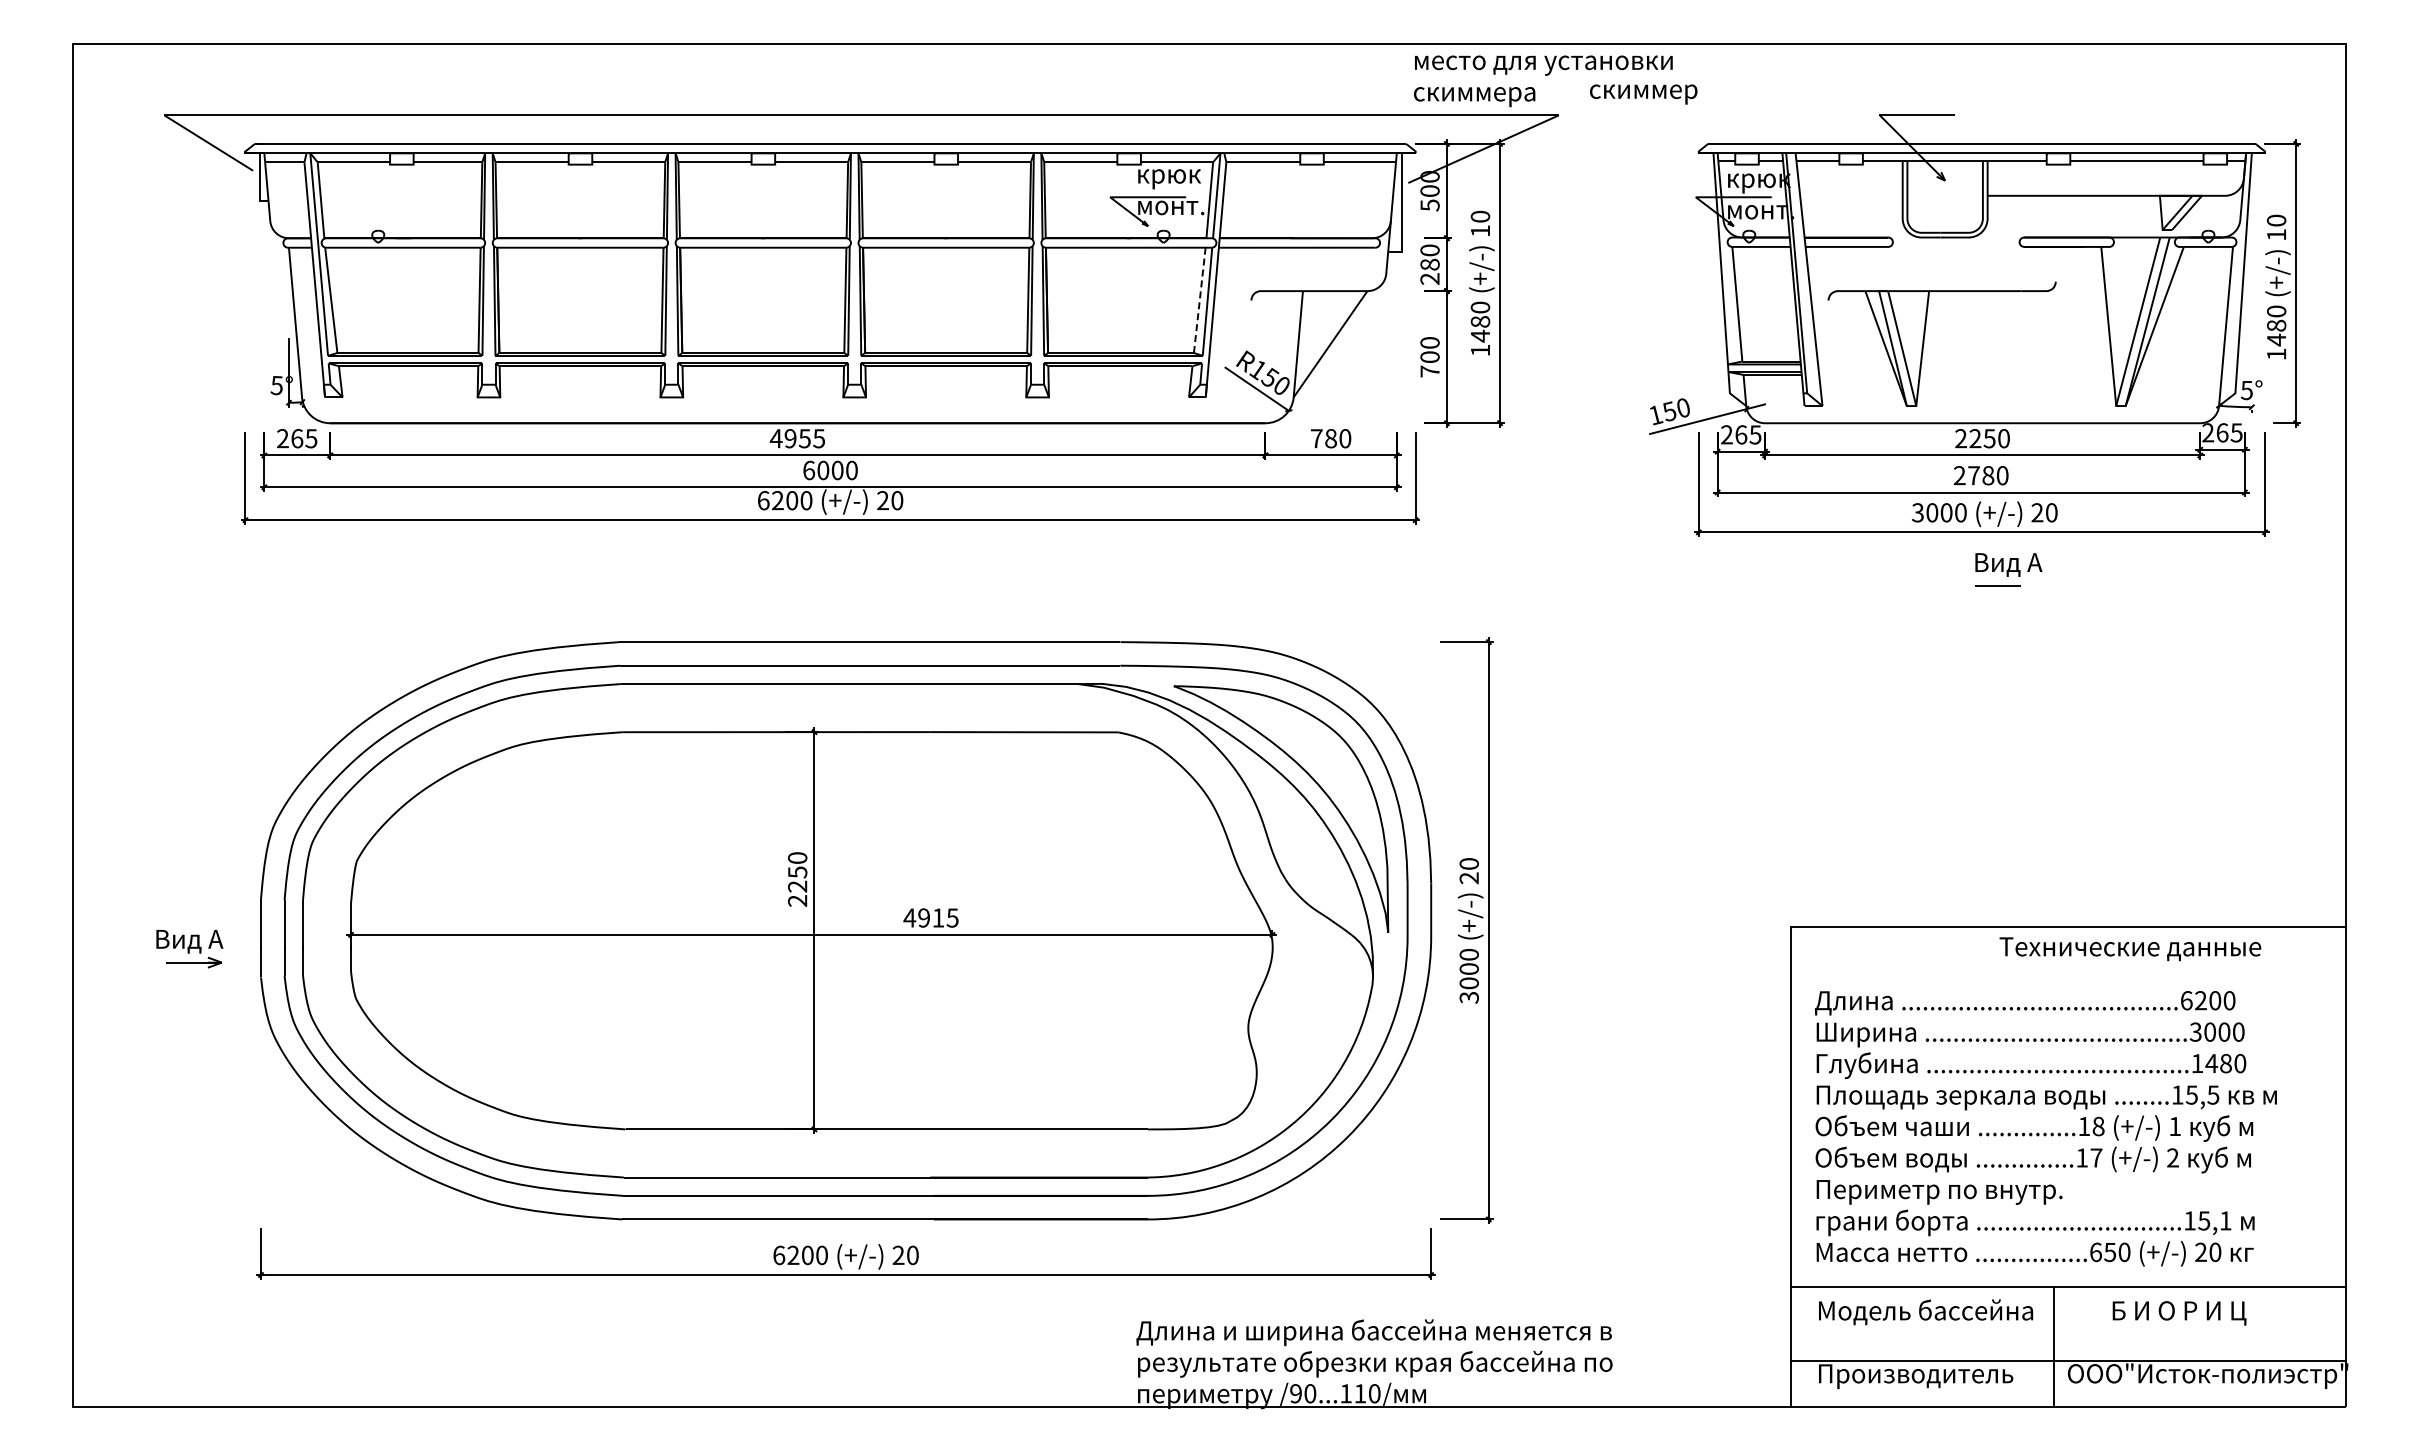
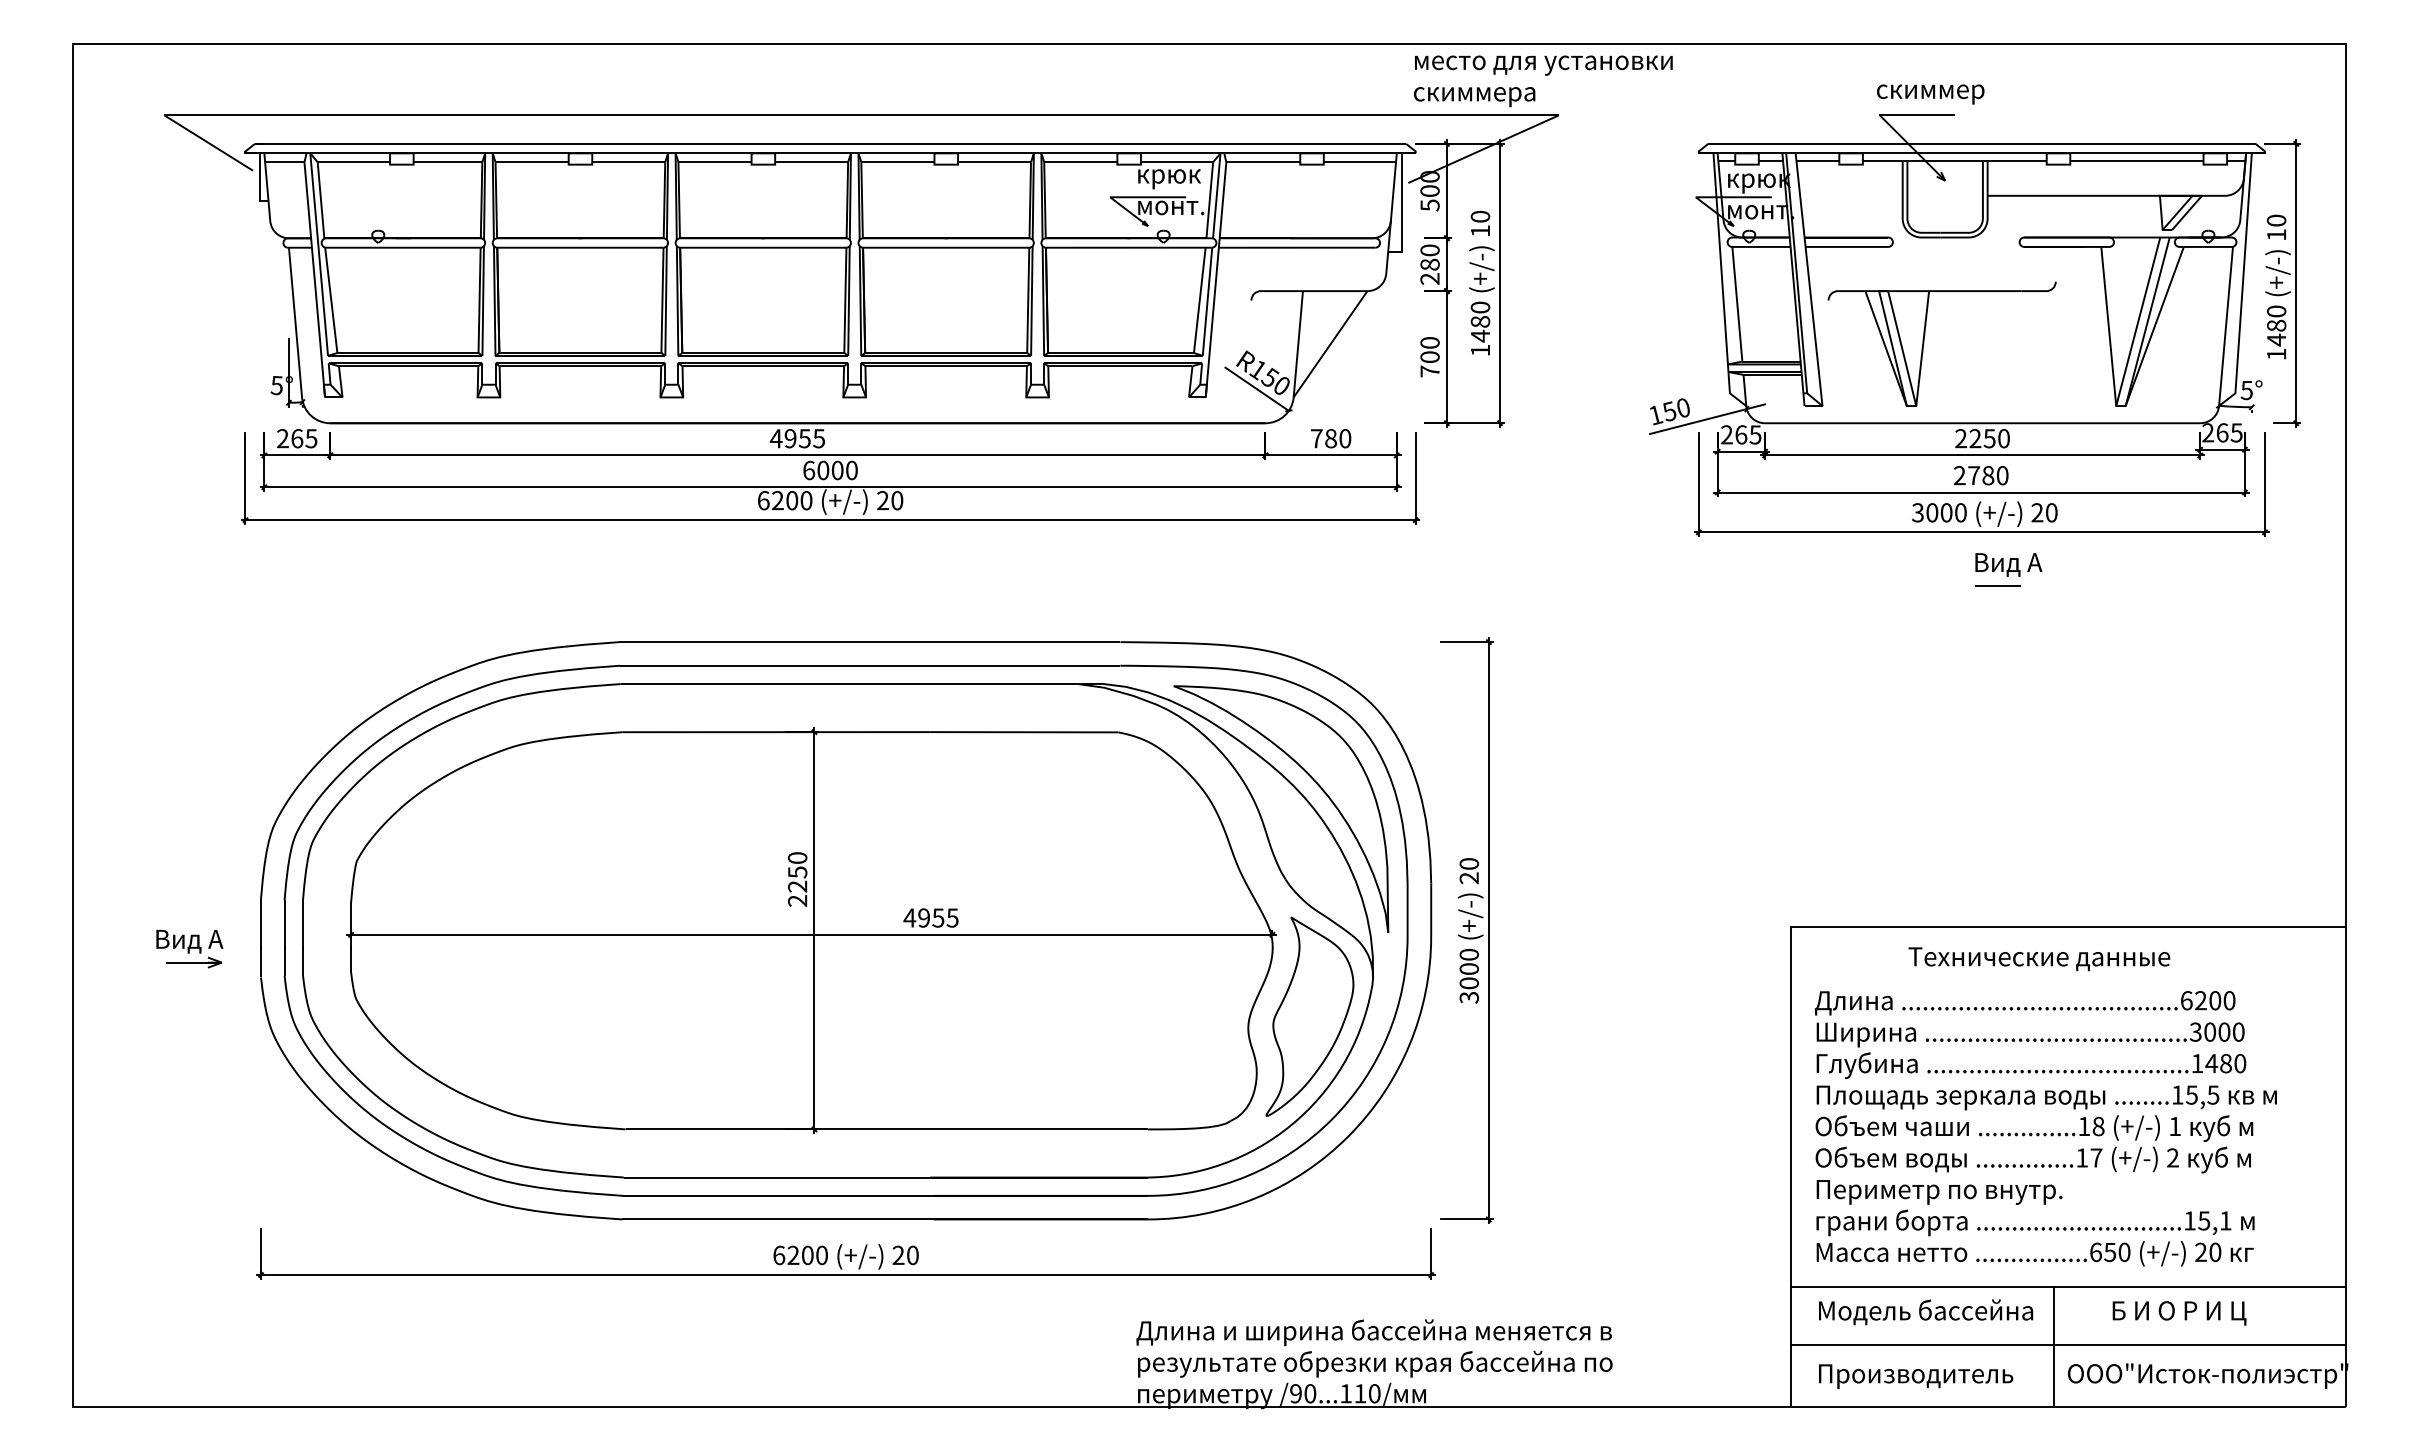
text at (1643, 94) position: (1643, 94) -> (1930, 94)
line at (1199, 300): dashed -> solid
text at (938, 917): 4915 -> 4955
text at (2130, 949) position: (2130, 949) -> (2039, 959)
part at (1309, 1016): none -> present
line at (2068, 1361) position: (2068, 1361) -> (2068, 1345)
